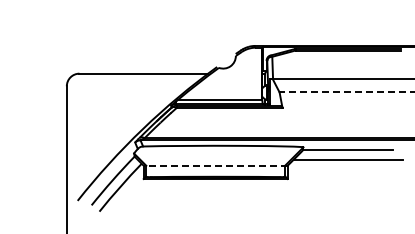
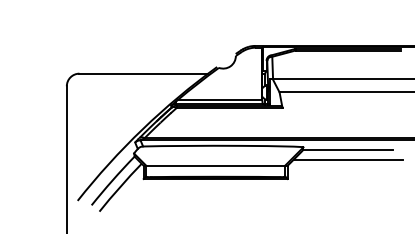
line at (347, 92): dashed -> solid
line at (215, 165): dashed -> solid
